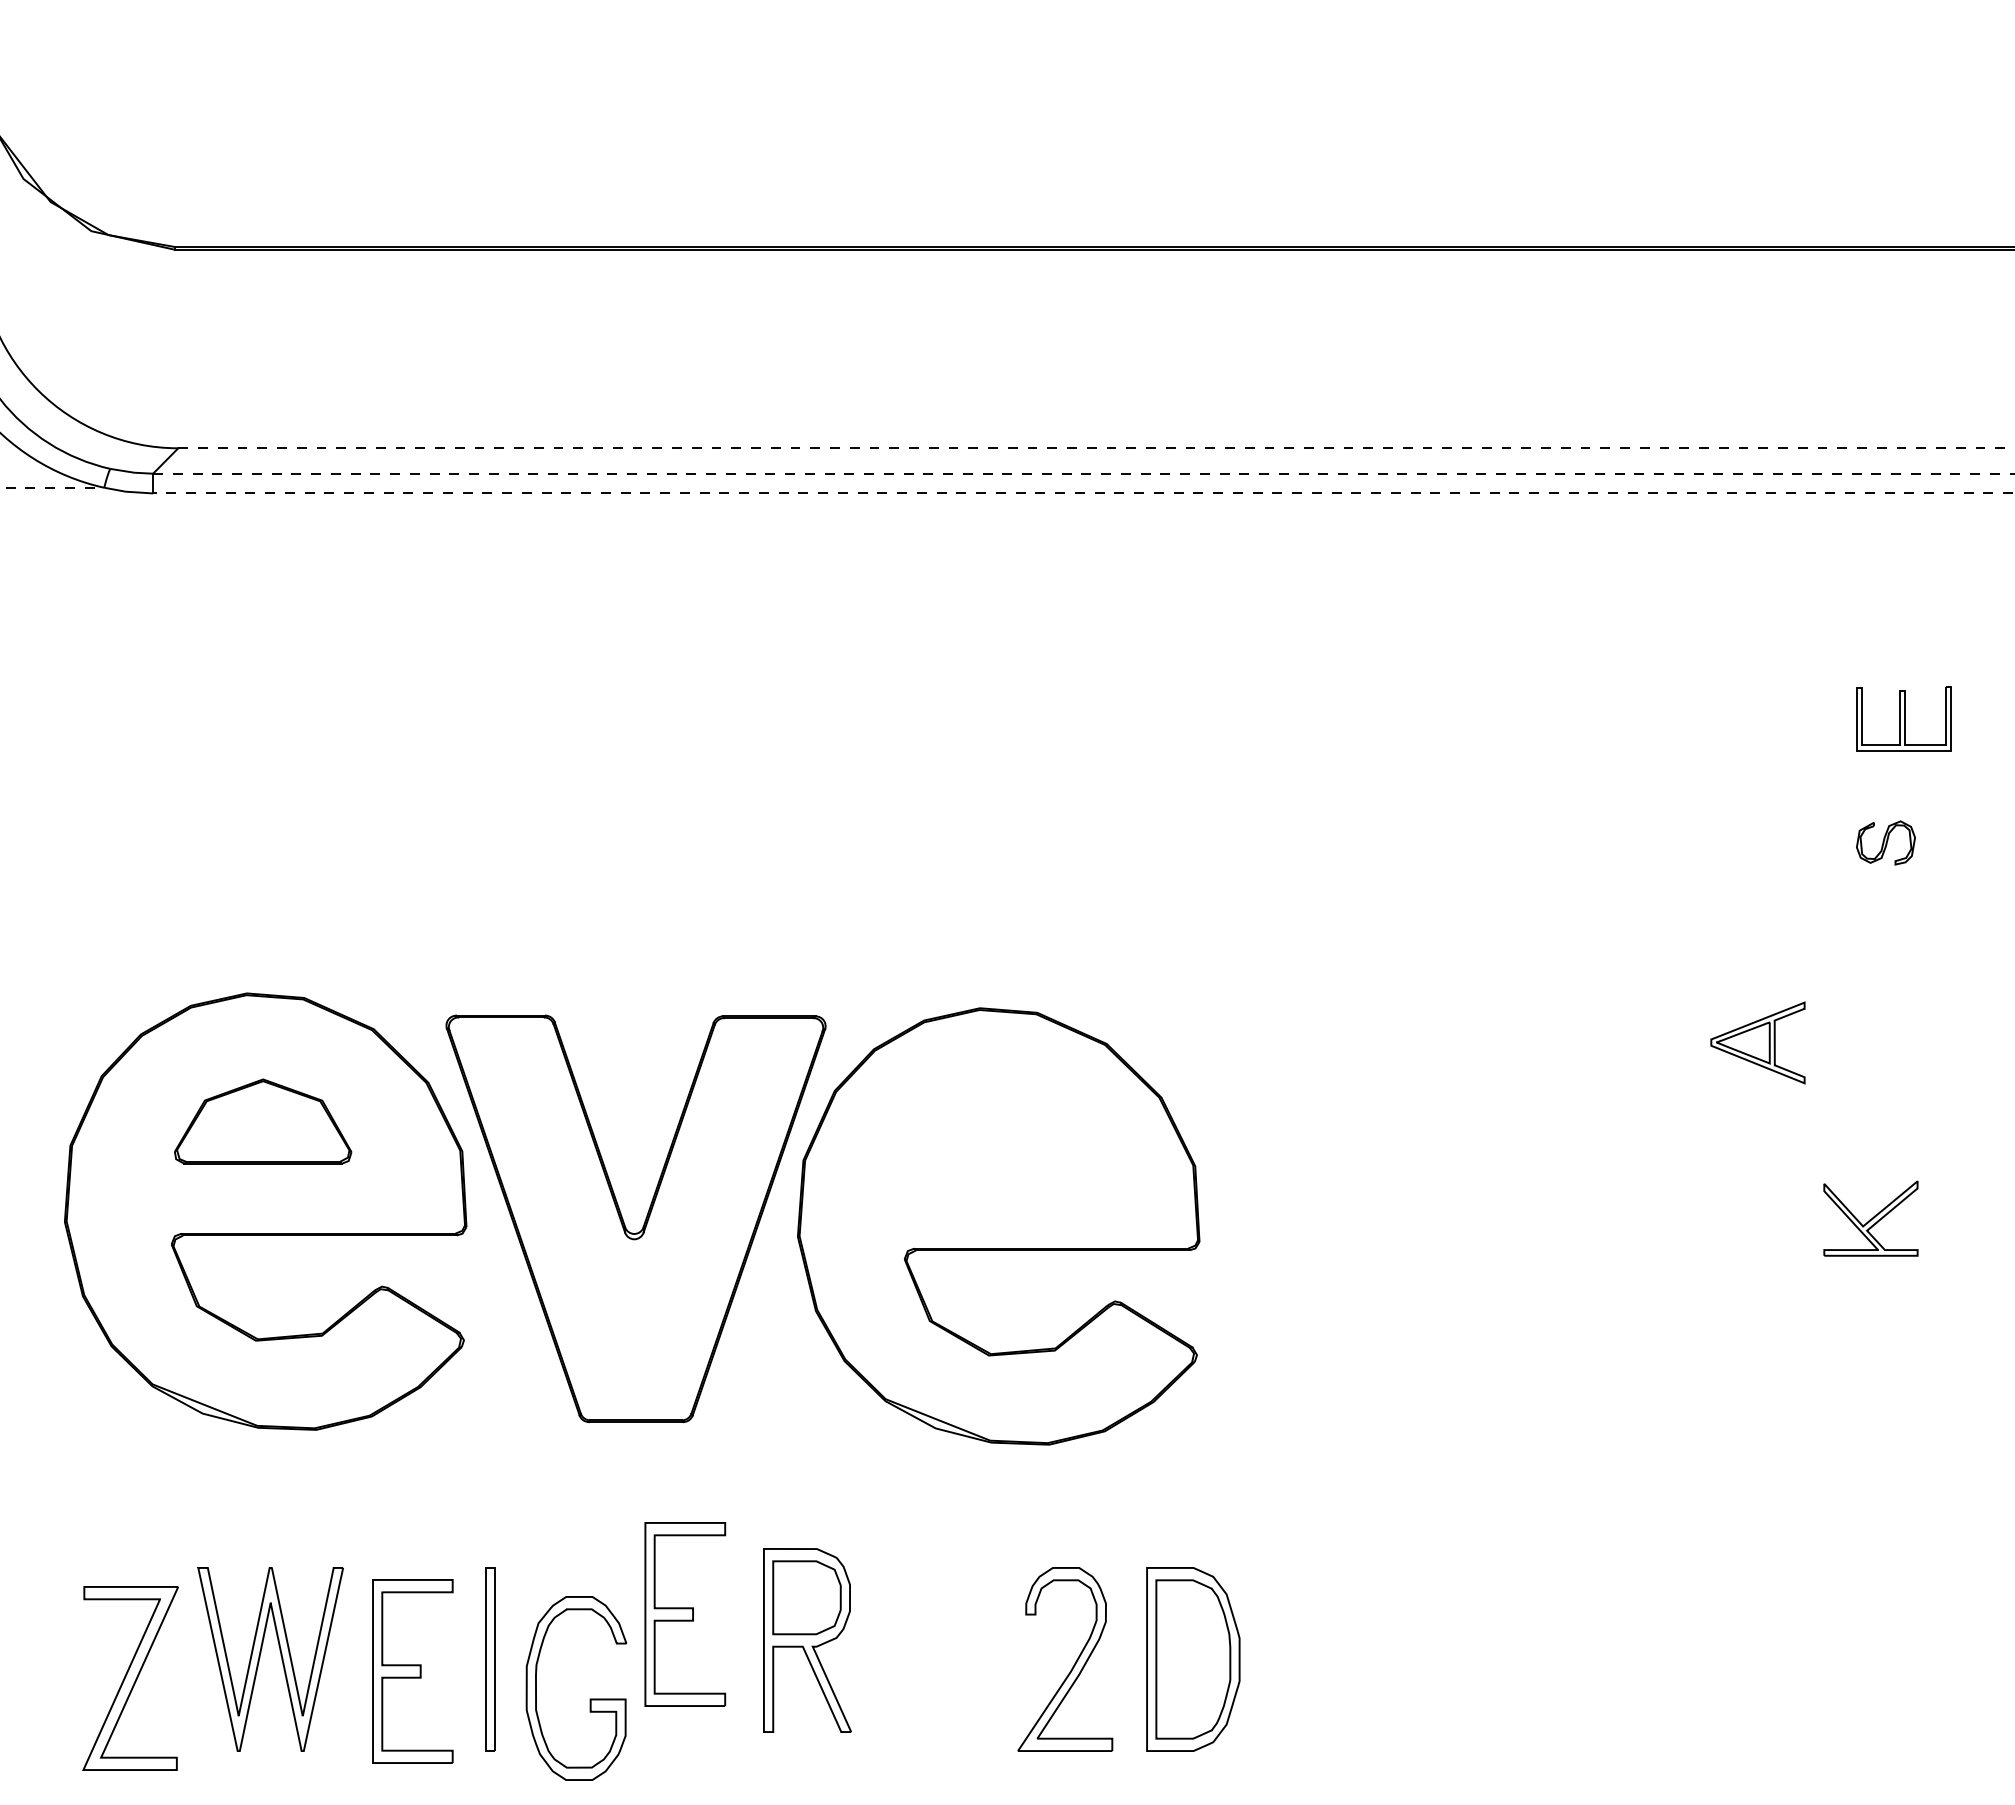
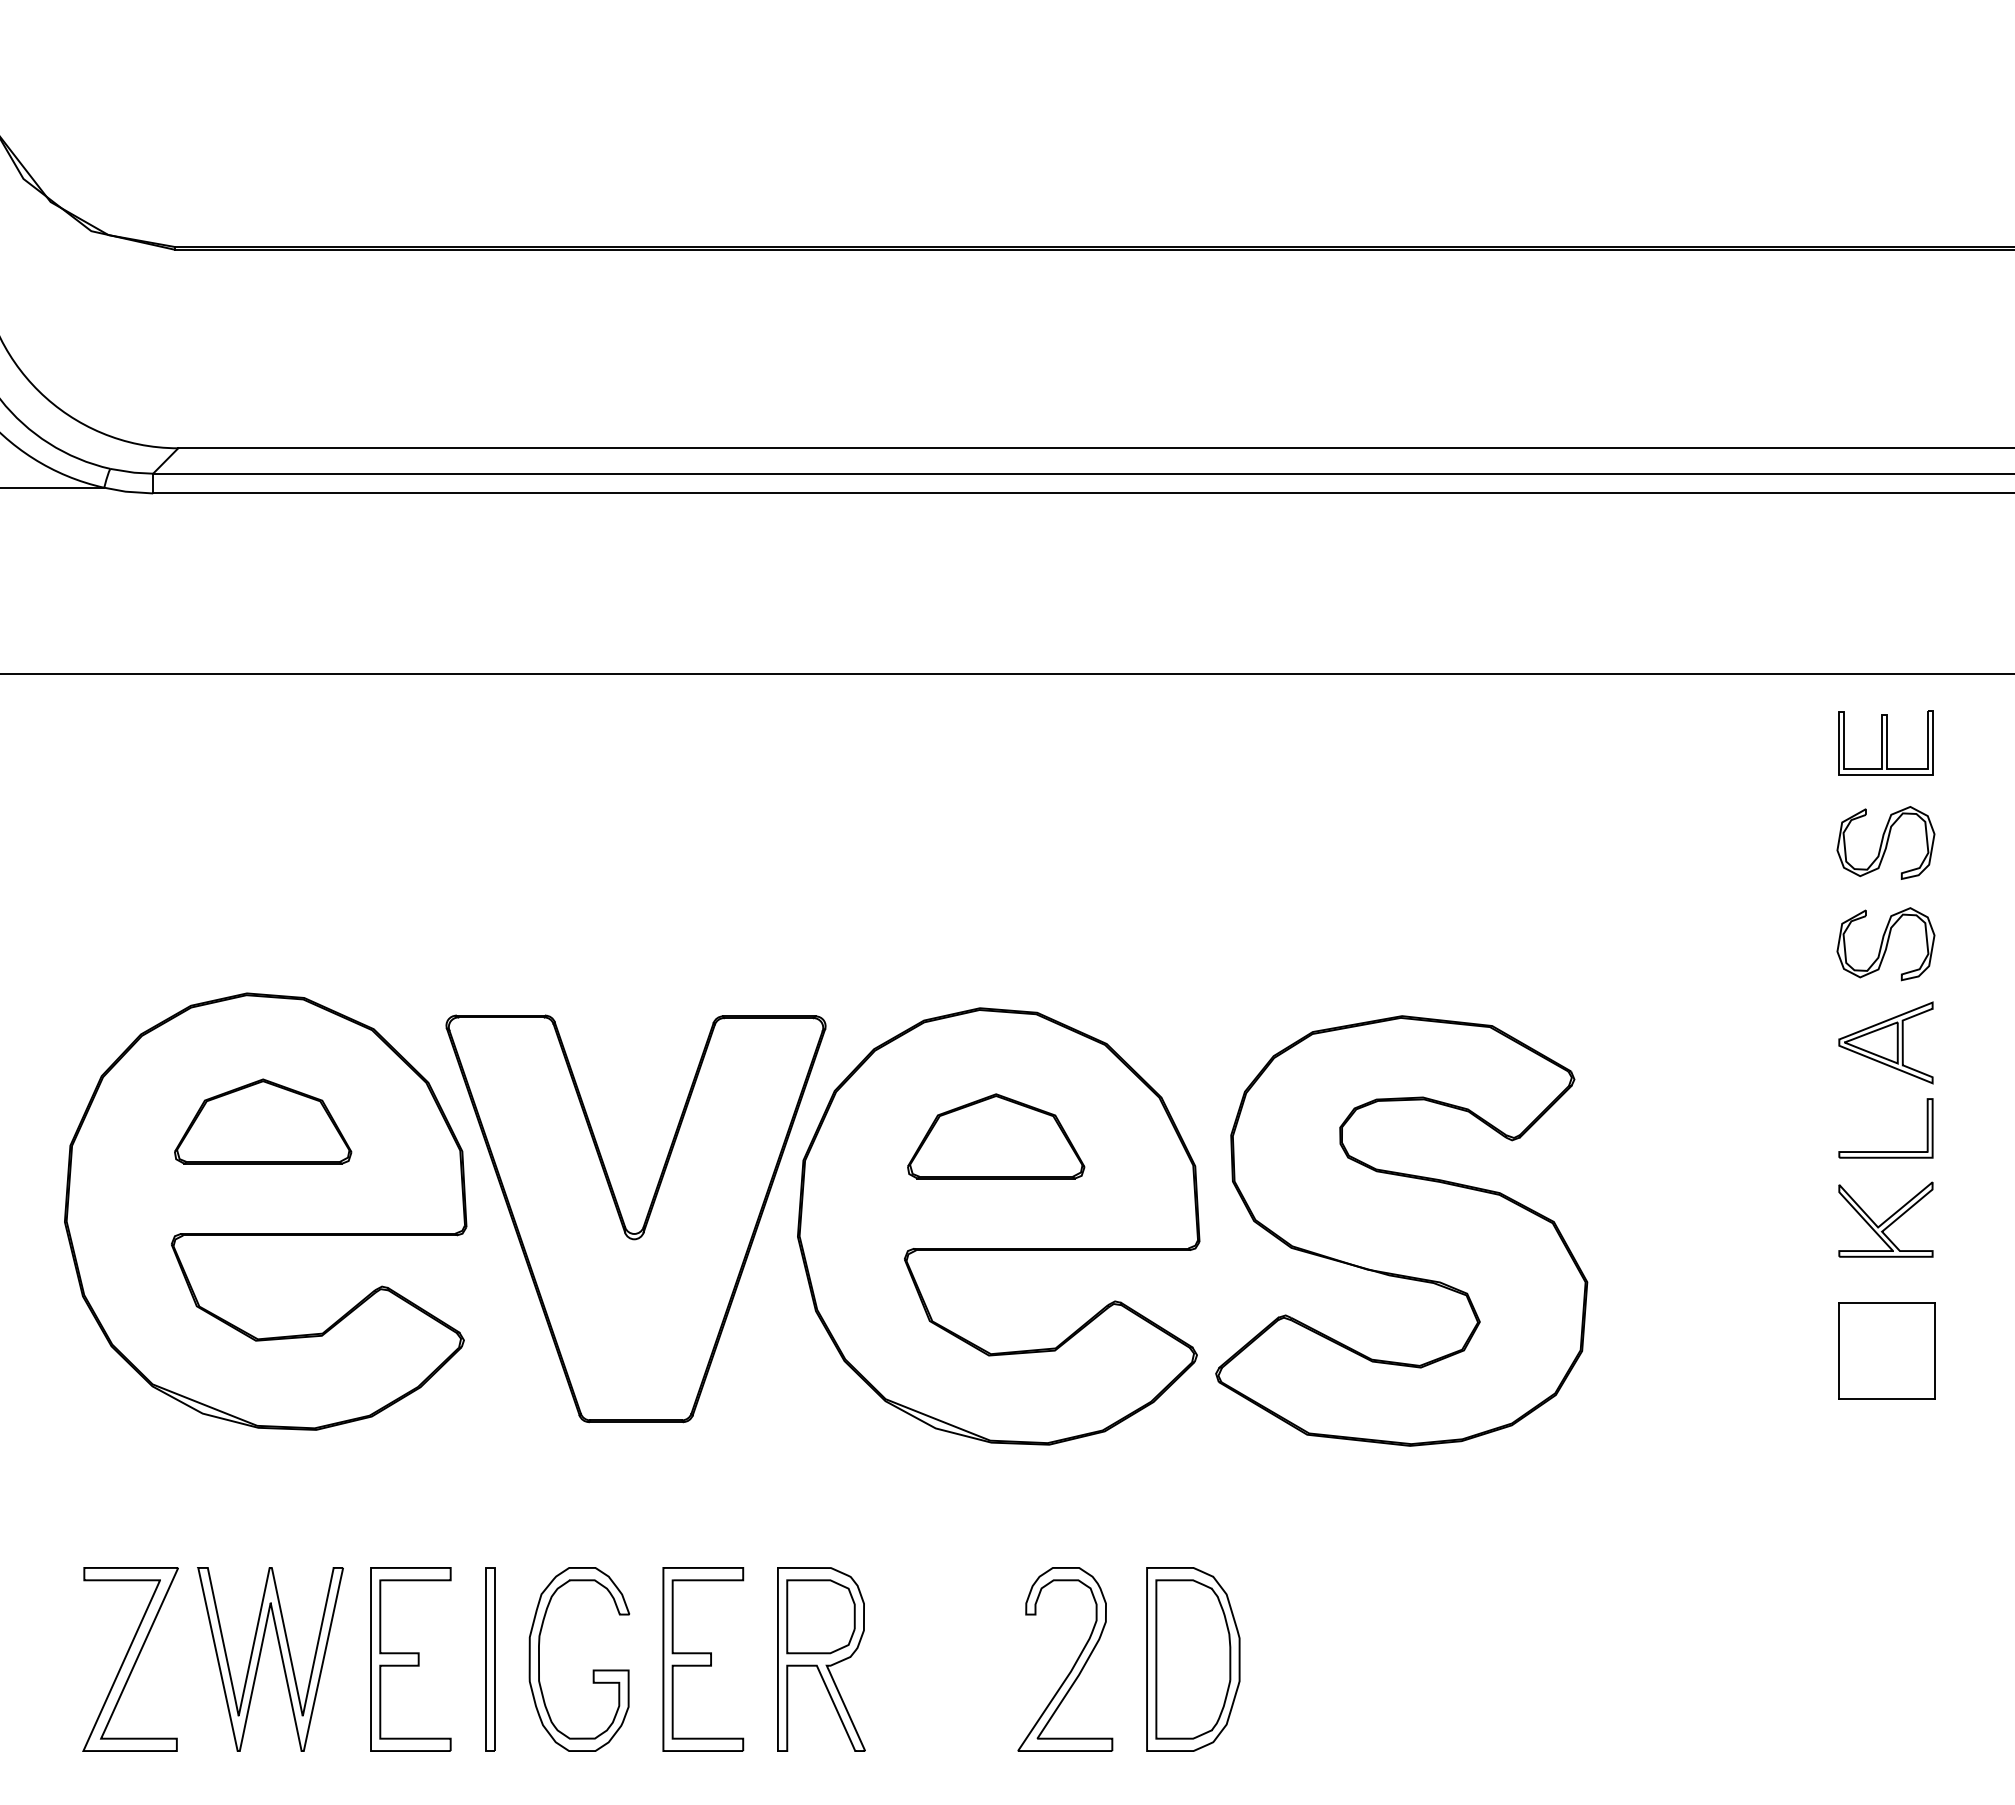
line at (1097, 448): dashed -> solid
line at (1084, 473): dashed -> solid
line at (52, 487): dashed -> solid
line at (1084, 493): dashed -> solid
line at (1006, 673): none -> present
part at (1903, 718) position: (1903, 718) -> (1885, 742)
part at (1885, 842) size: 60x46 px -> 100x74 px
part at (1885, 944): none -> present
part at (1757, 1042) position: (1757, 1042) -> (1885, 1042)
part at (996, 1136): none -> present
part at (1885, 1151): none -> present
part at (1870, 1218) position: (1870, 1218) -> (1885, 1219)
part at (1401, 1230): none -> present
part at (1886, 1350): none -> present
part at (685, 1614) position: (685, 1614) -> (703, 1659)
part at (807, 1640) position: (807, 1640) -> (821, 1659)
part at (412, 1671) position: (412, 1671) -> (410, 1659)
part at (130, 1678) position: (130, 1678) -> (130, 1659)
part at (589, 1698) position: (589, 1698) -> (592, 1669)
